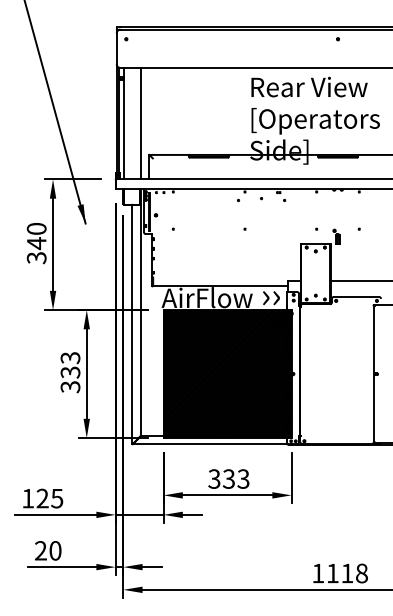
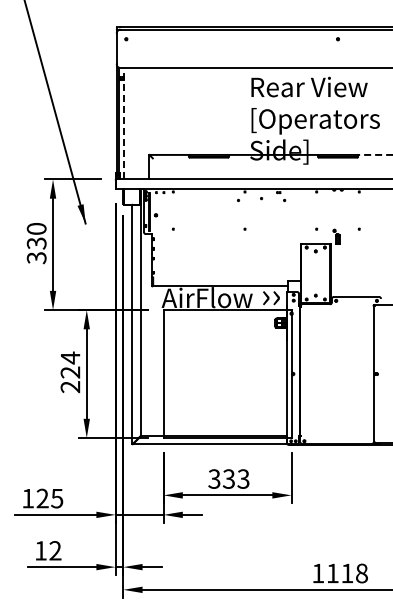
line at (124, 123): solid -> dashed
line at (140, 123): present -> none
line at (374, 154): solid -> dashed
text at (36, 243): 340 -> 330
line at (359, 281): present -> none
text at (70, 372): 333 -> 224
hatch at (227, 374): present -> none
text at (48, 550): 20 -> 12
